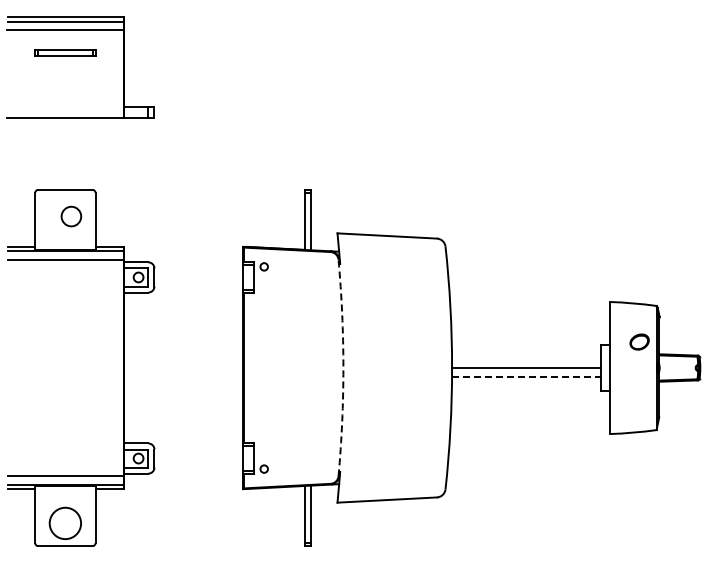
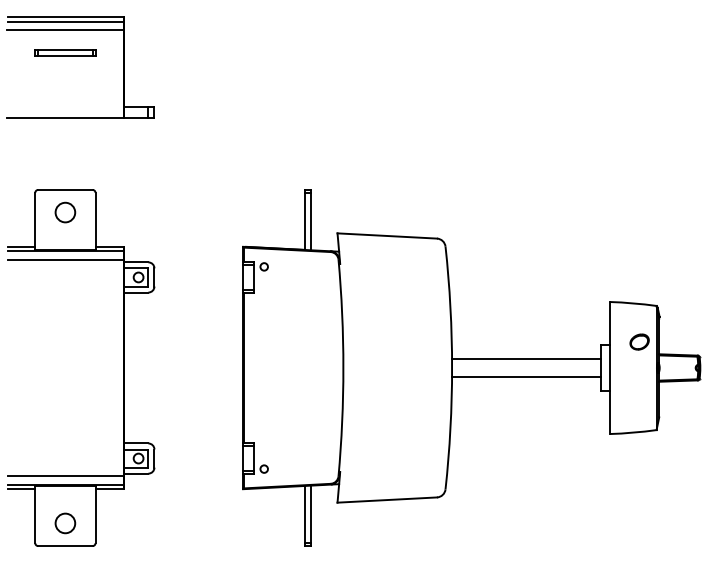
circle at (71, 216) position: (71, 216) -> (65, 212)
arc at (343, 367): dashed -> solid
line at (526, 367) position: (526, 367) -> (526, 358)
line at (526, 377): dashed -> solid
circle at (65, 523) diameter: 31 px -> 20 px
